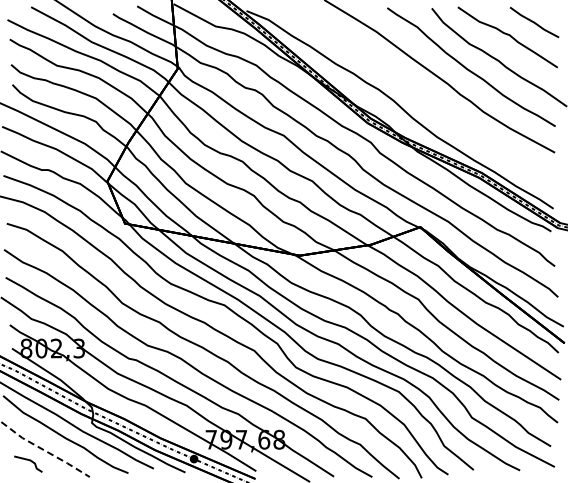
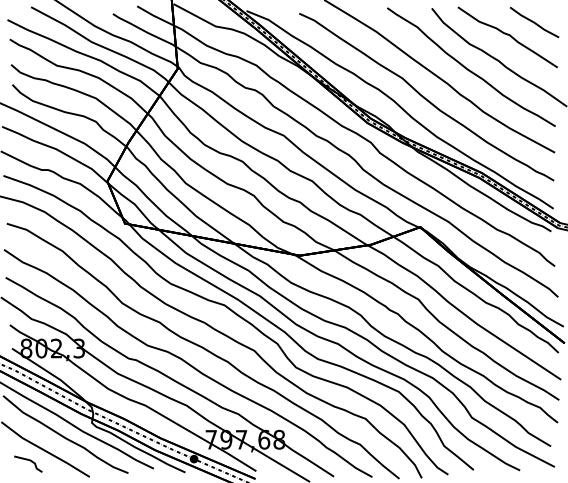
curve at (425, 97): none -> present
line at (44, 450): dashed -> solid
